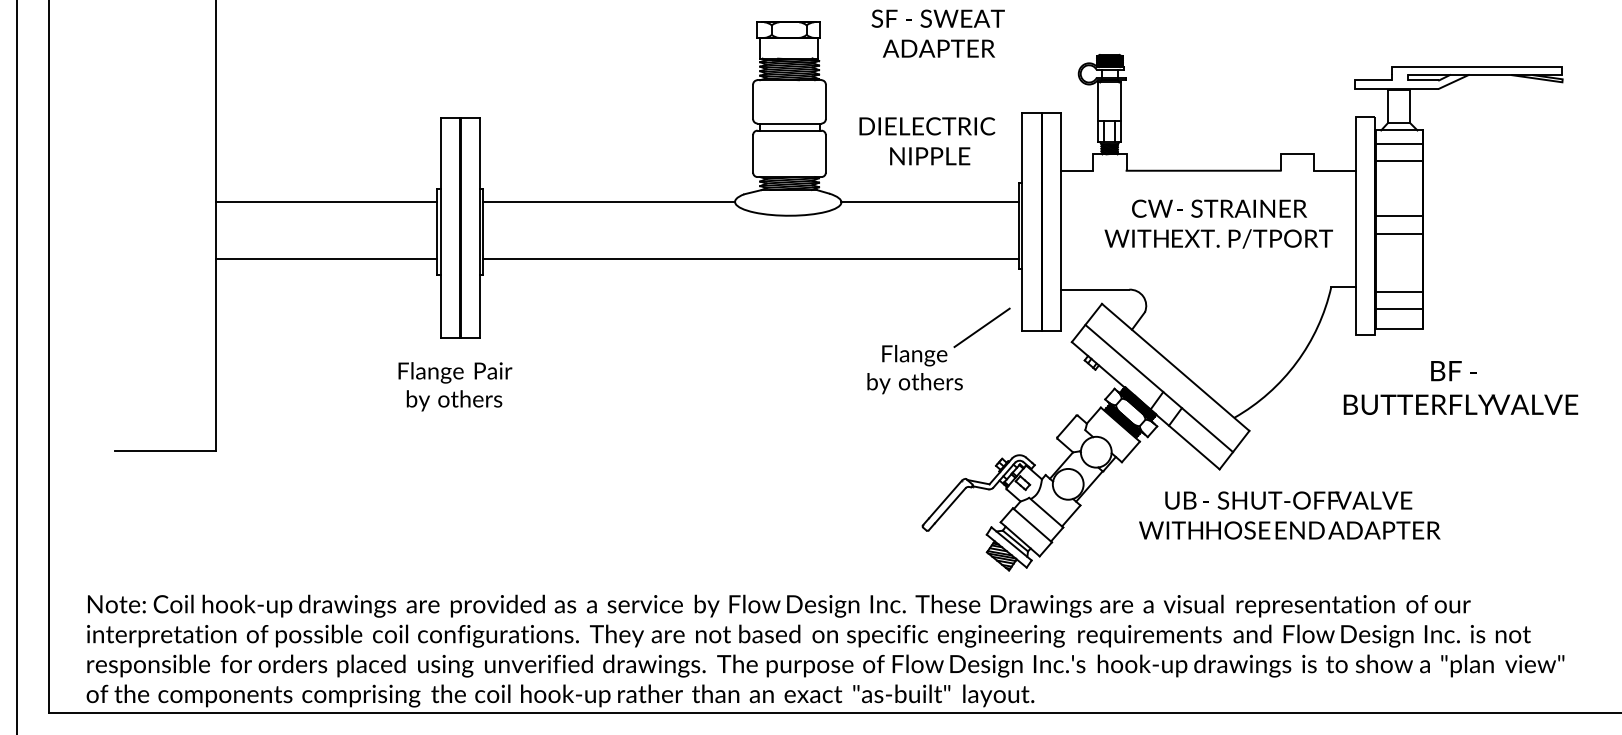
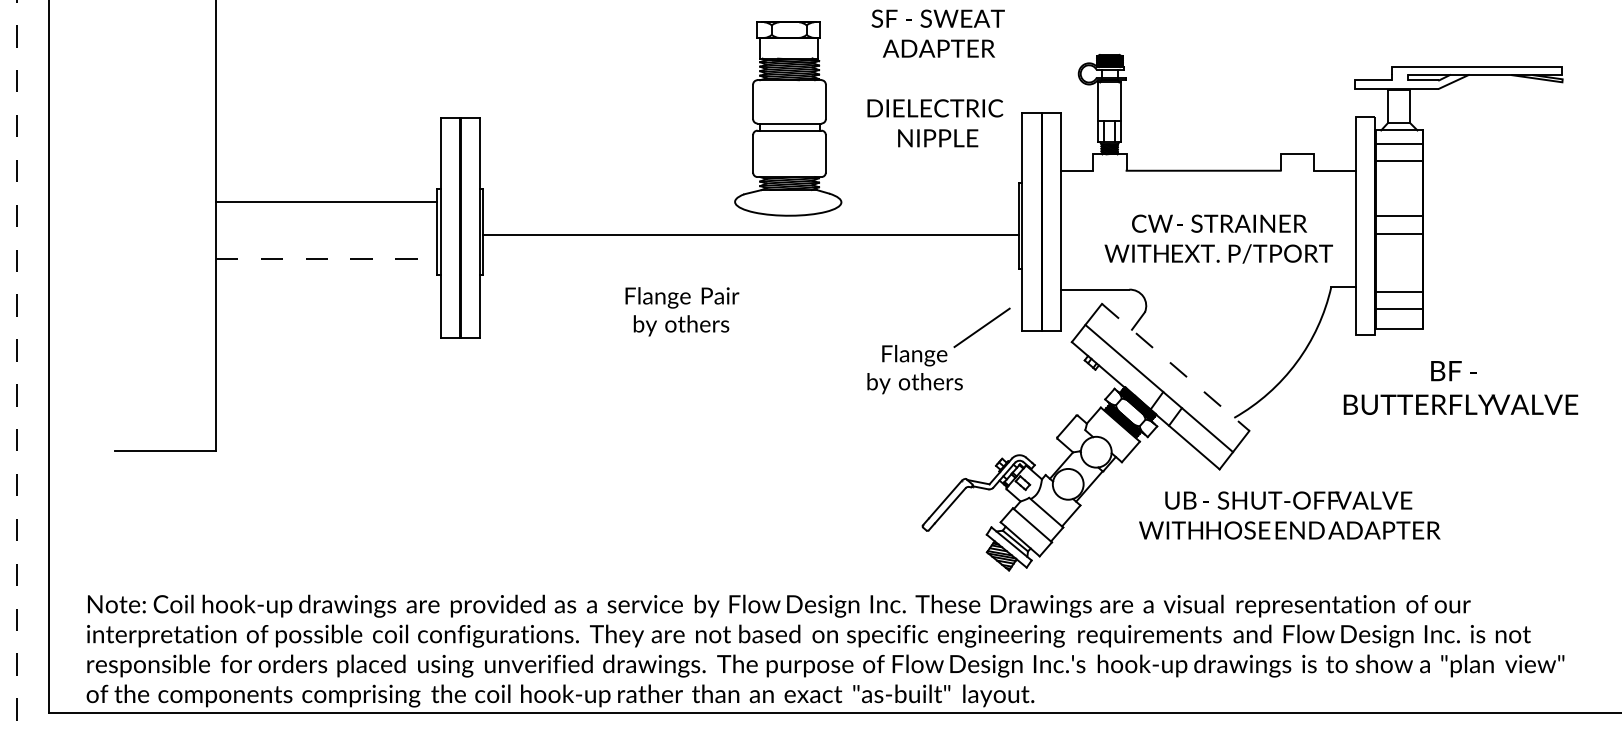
text at (927, 141) position: (927, 141) -> (935, 123)
line at (609, 201): present -> none
line at (929, 201): present -> none
text at (1218, 223) position: (1218, 223) -> (1218, 238)
line at (326, 258): solid -> dashed
line at (750, 258) position: (750, 258) -> (750, 234)
line at (17, 367): solid -> dashed
line at (1176, 367): solid -> dashed
text at (455, 386) position: (455, 386) -> (682, 311)
